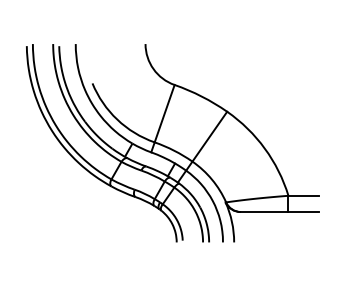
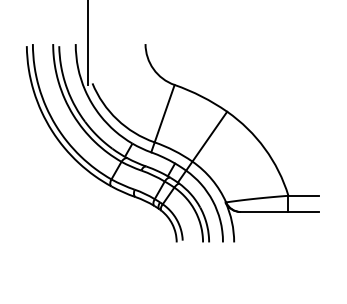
line at (88, 43): none -> present
